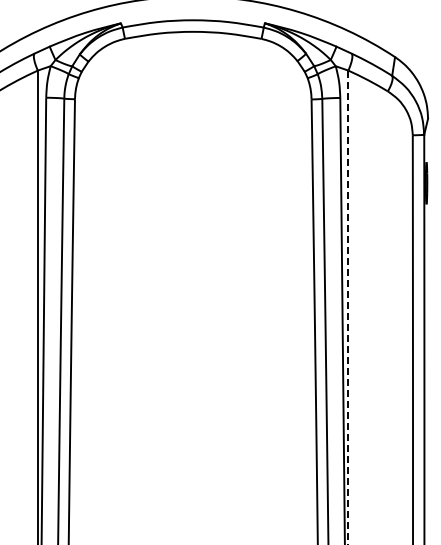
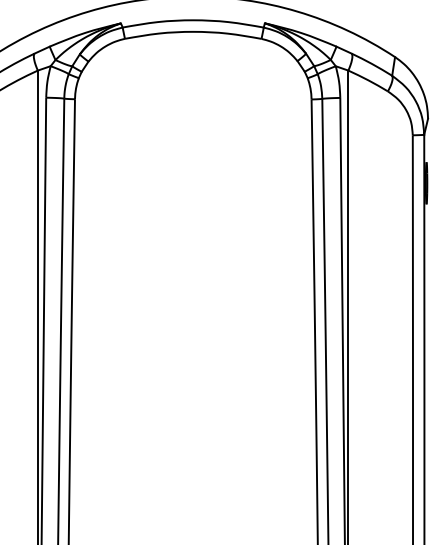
line at (348, 307): dashed -> solid
